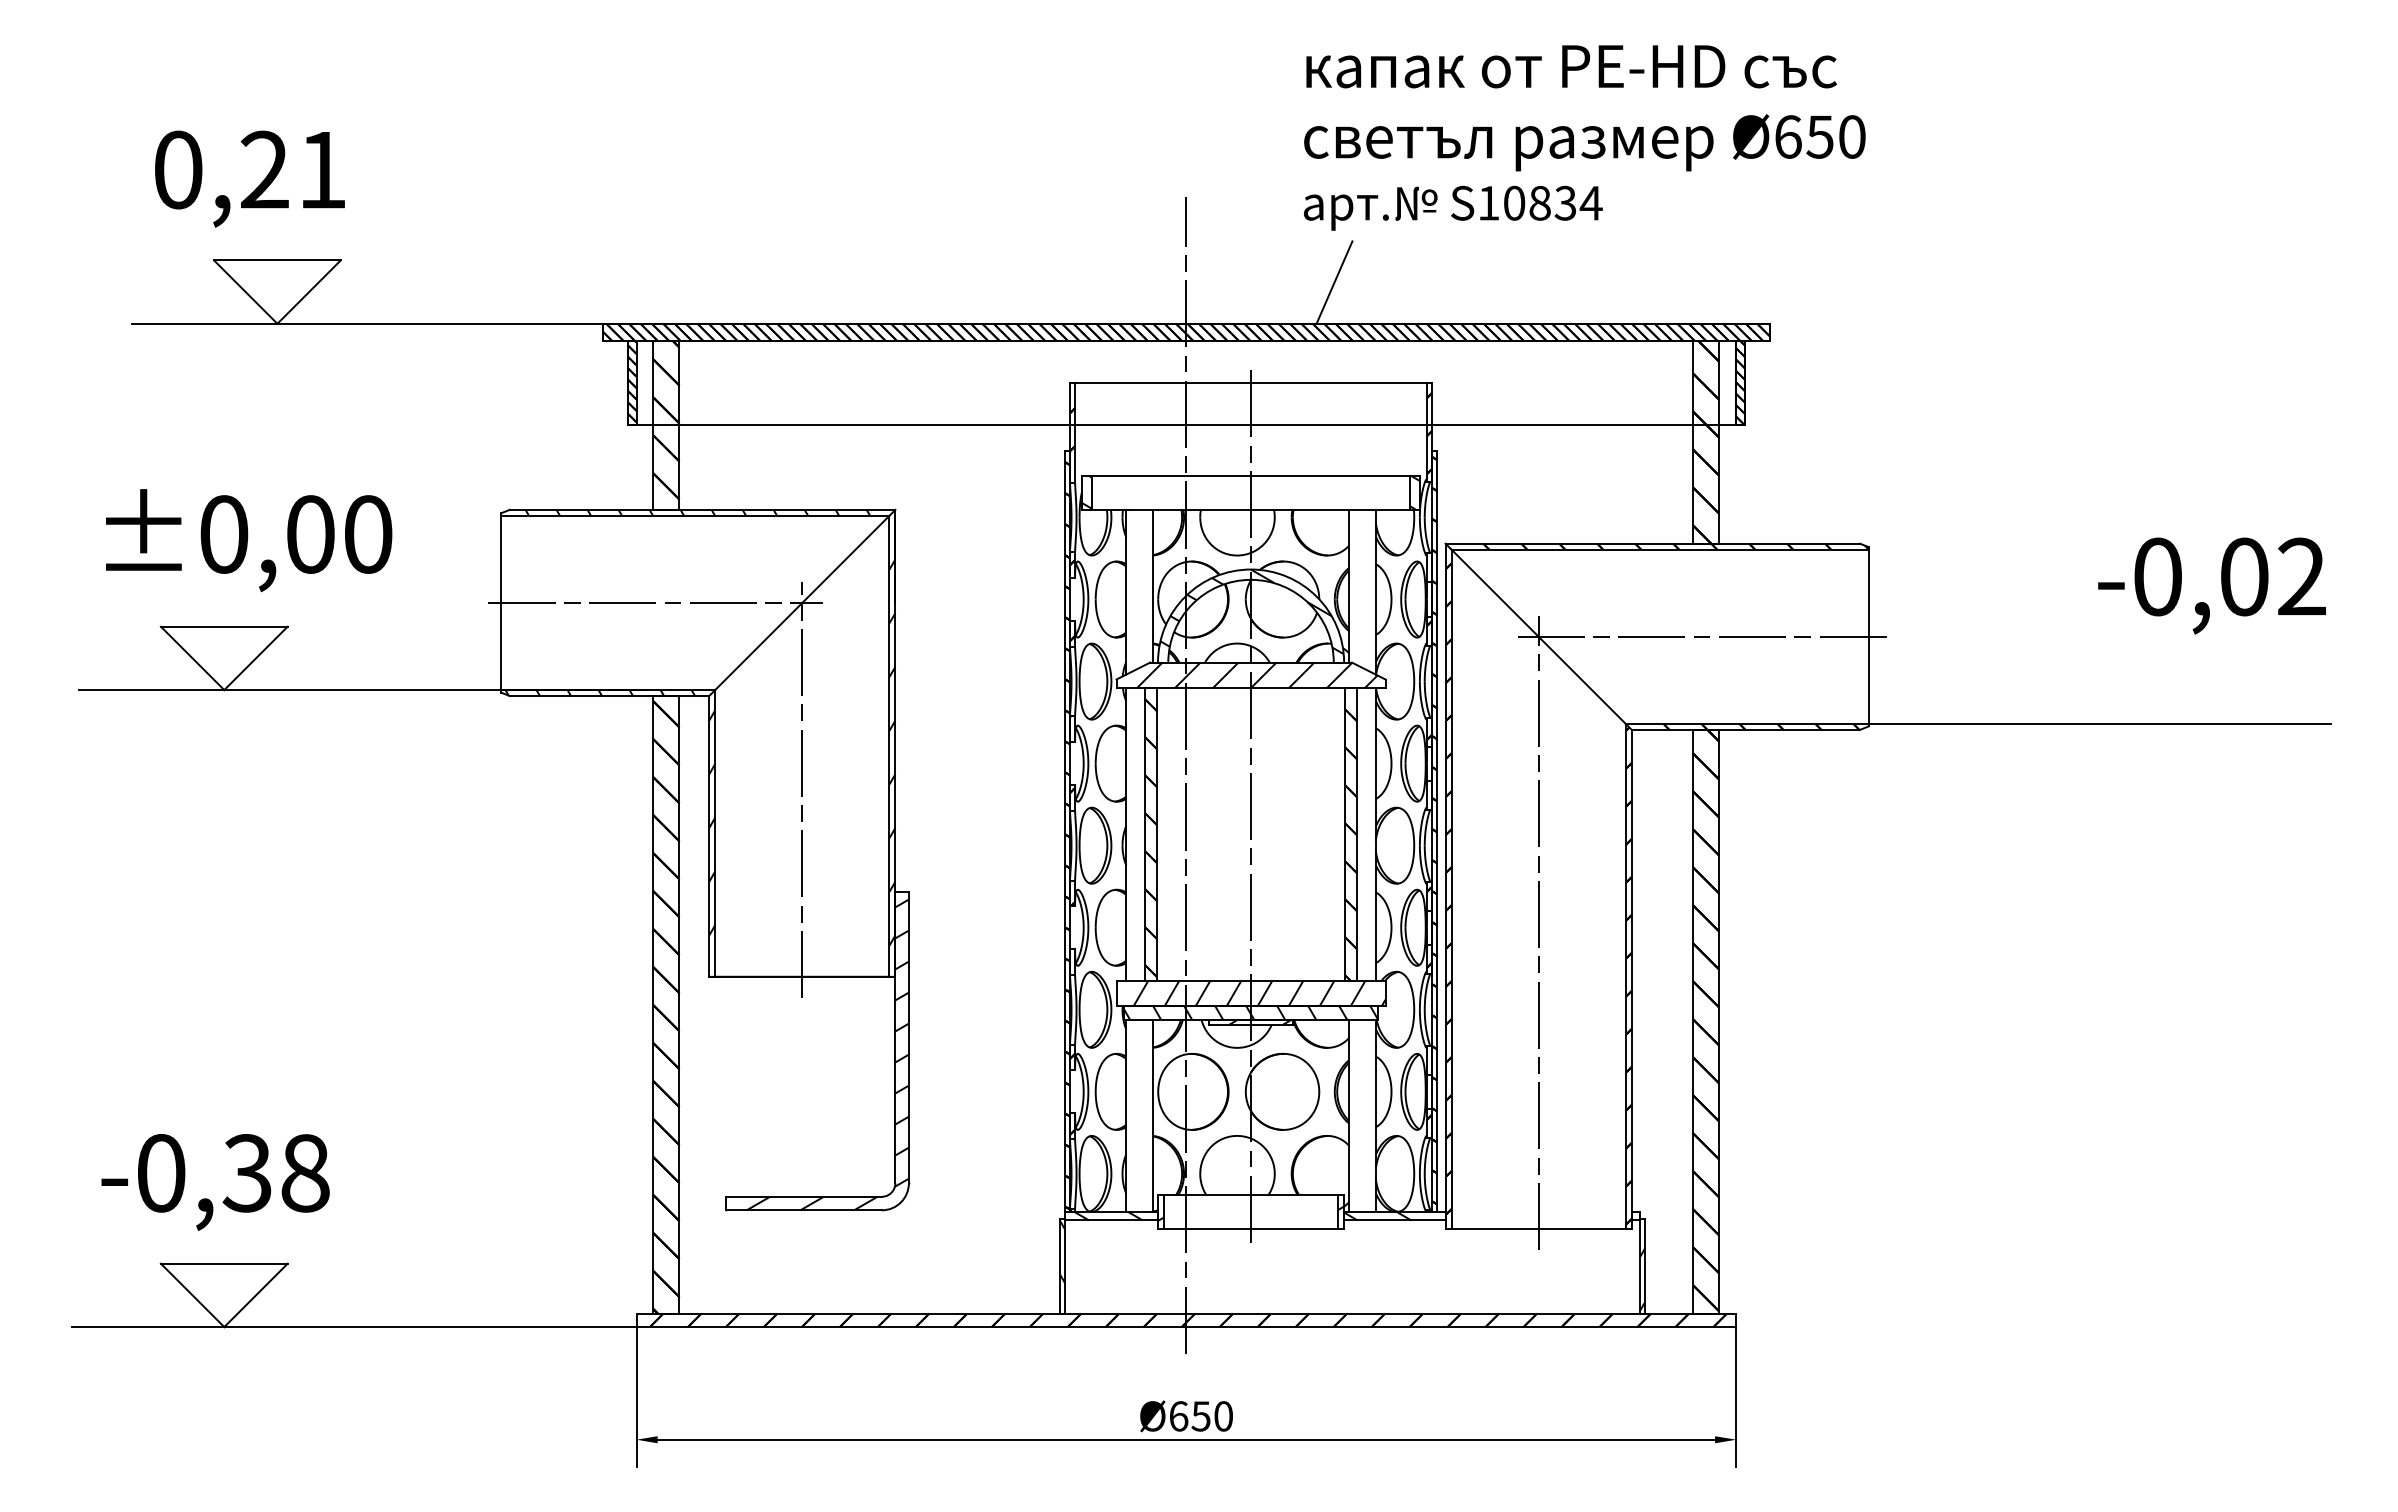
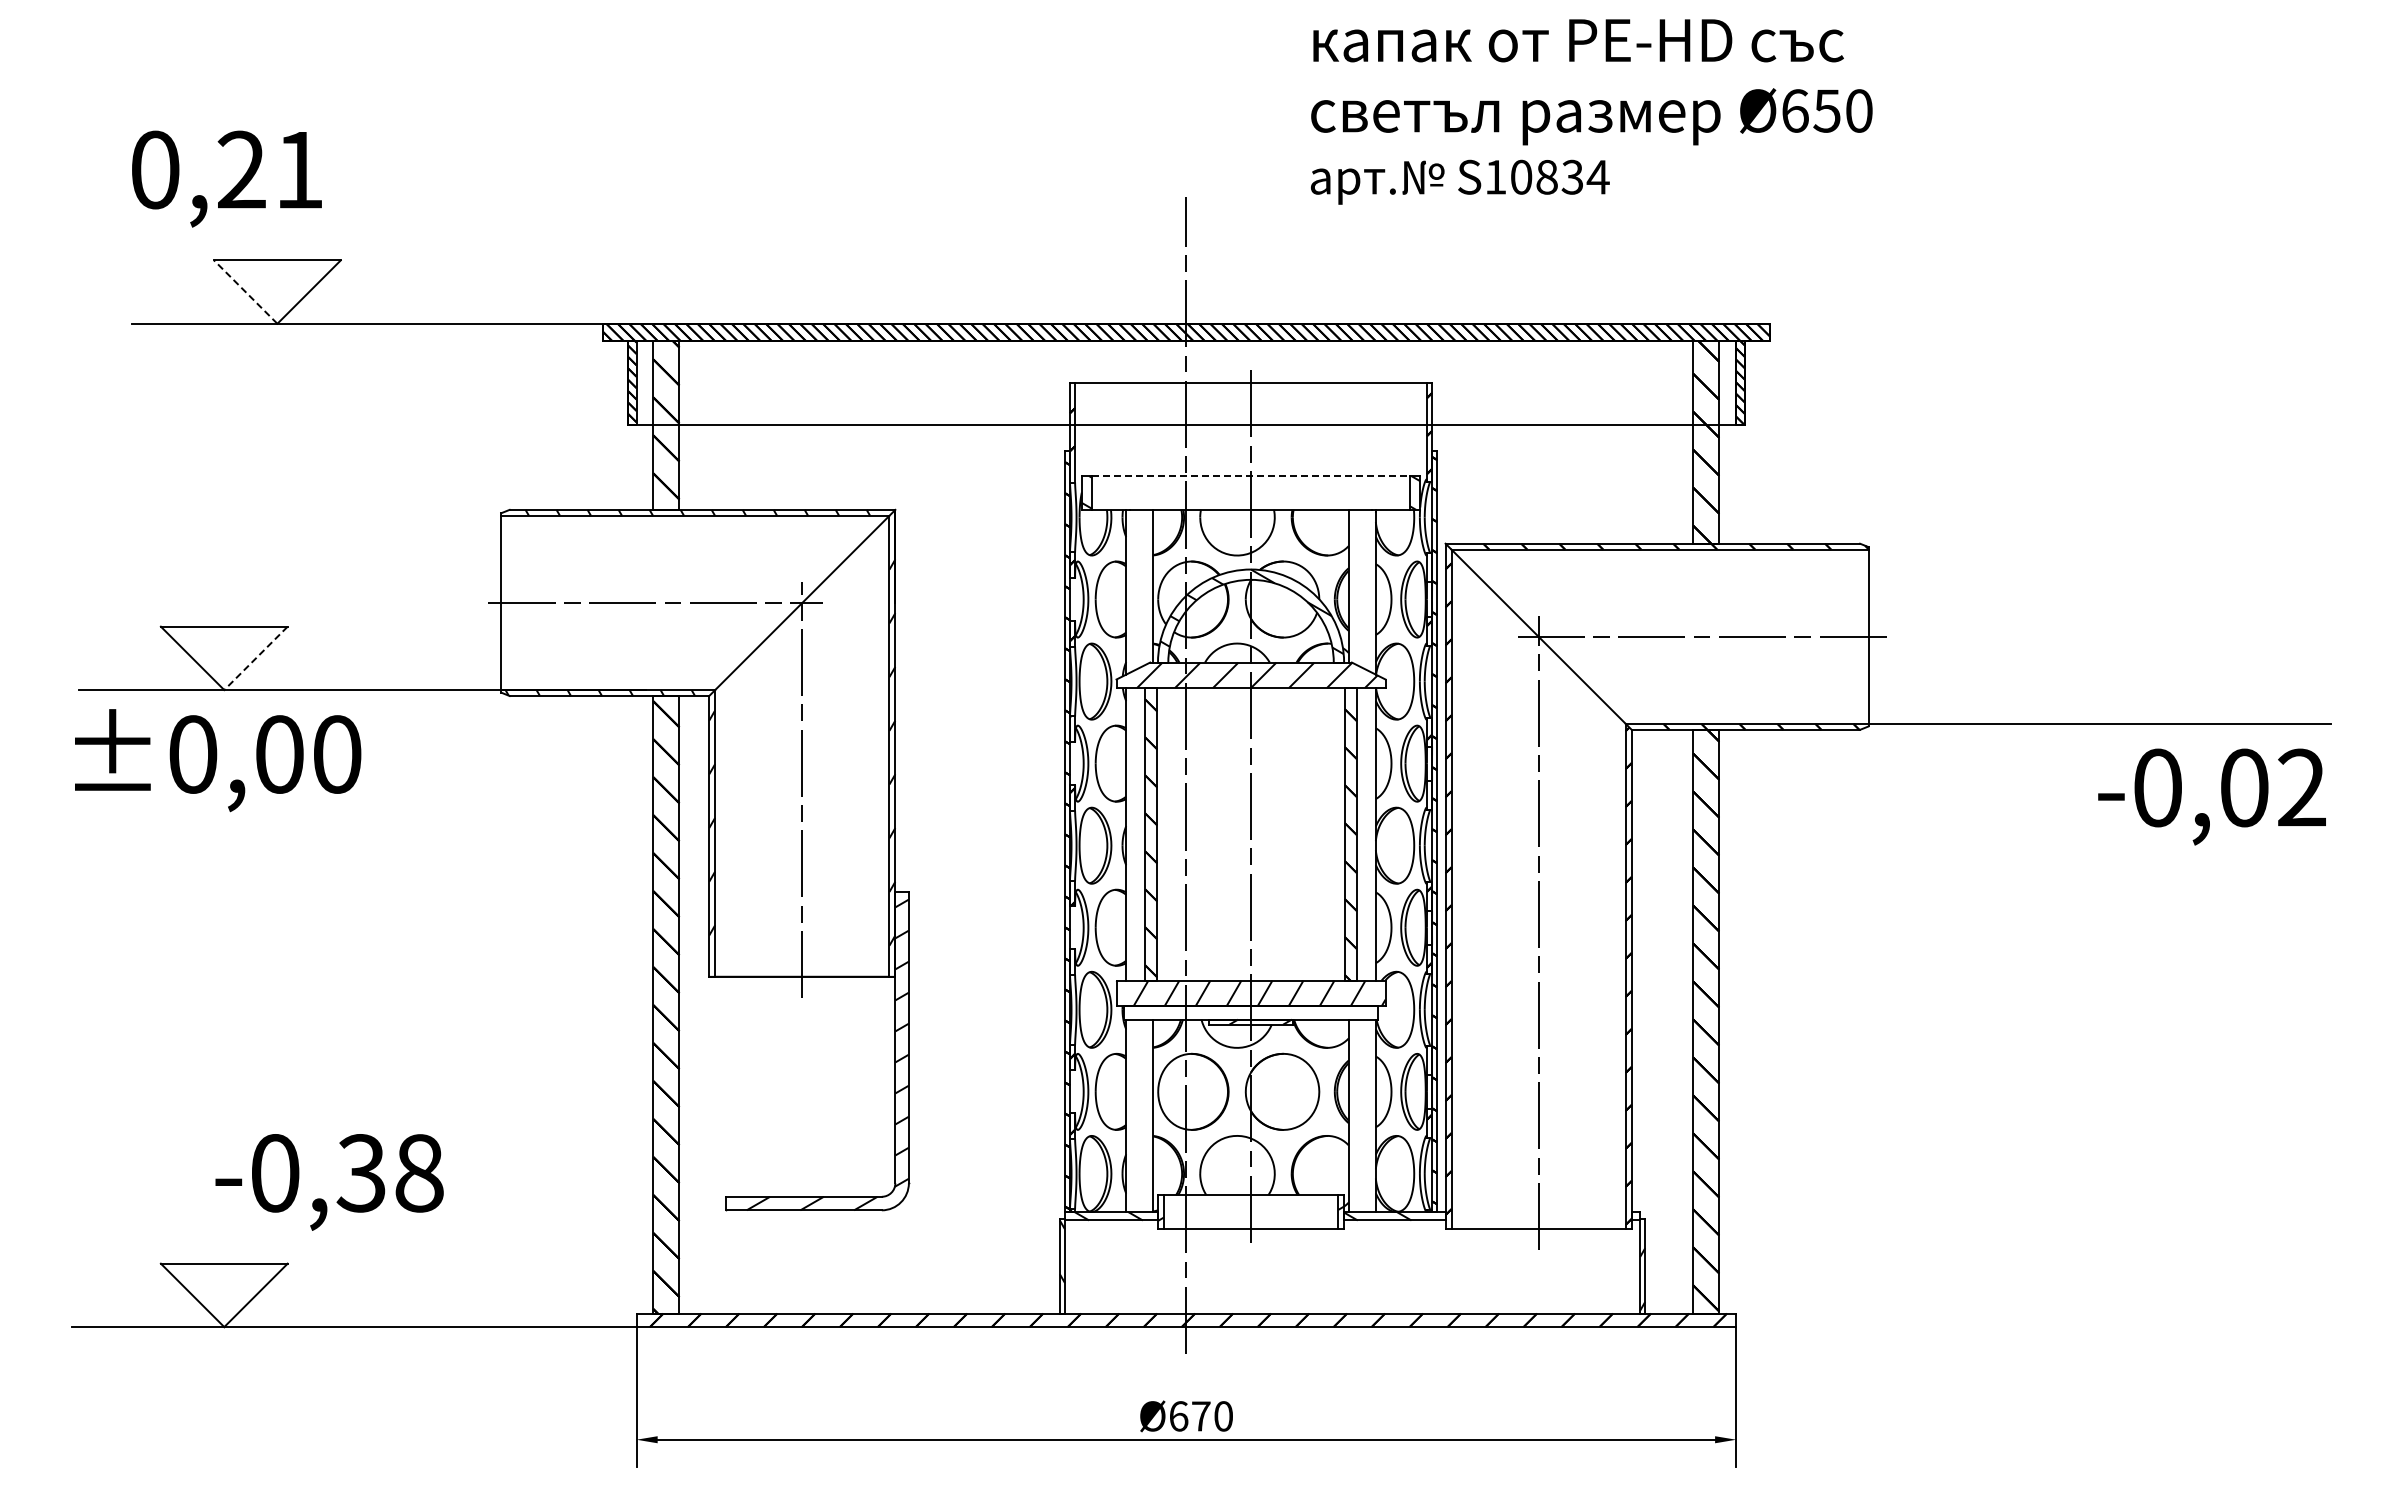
text at (1584, 137) position: (1584, 137) -> (1591, 111)
text at (249, 178) position: (249, 178) -> (226, 178)
line at (1334, 282): present -> none
line at (245, 292): solid -> dashed
line at (1251, 476): solid -> dashed
text at (249, 540) position: (249, 540) -> (218, 760)
text at (2211, 585) position: (2211, 585) -> (2211, 796)
line at (256, 658): solid -> dashed
hatch at (1250, 1012): present -> none
text at (215, 1182) position: (215, 1182) -> (329, 1182)
text at (1200, 1416): Ø650 -> Ø670
